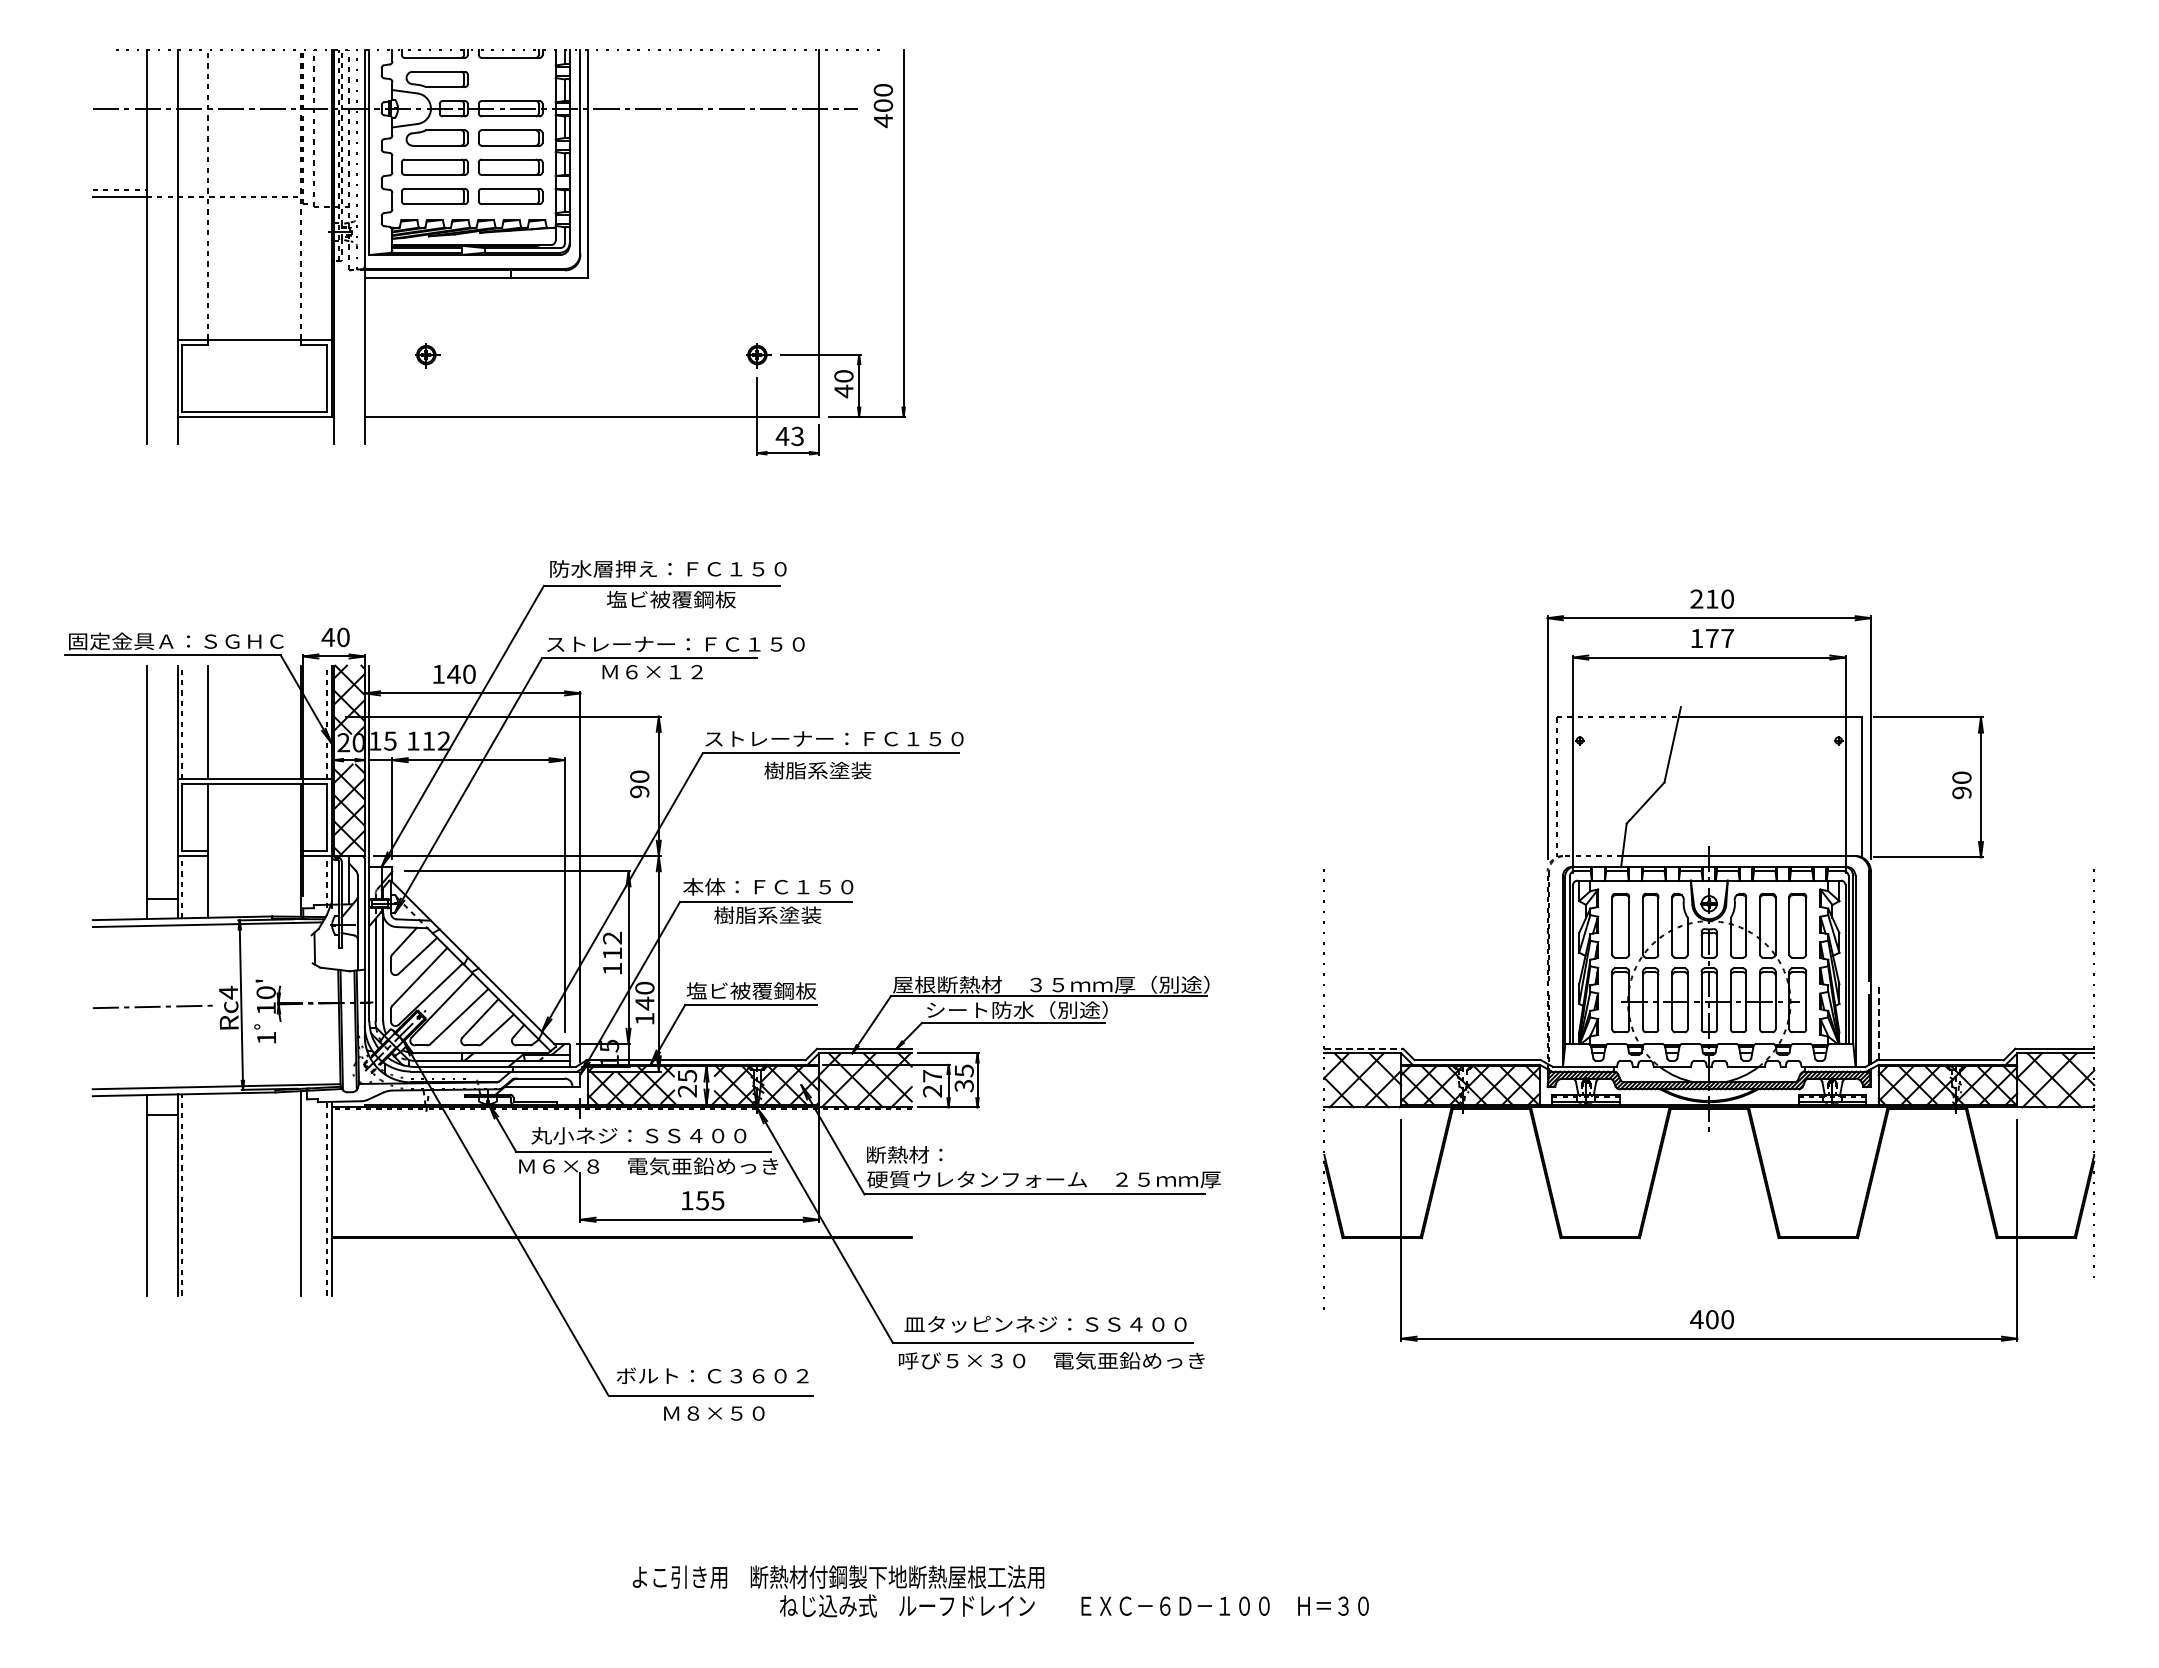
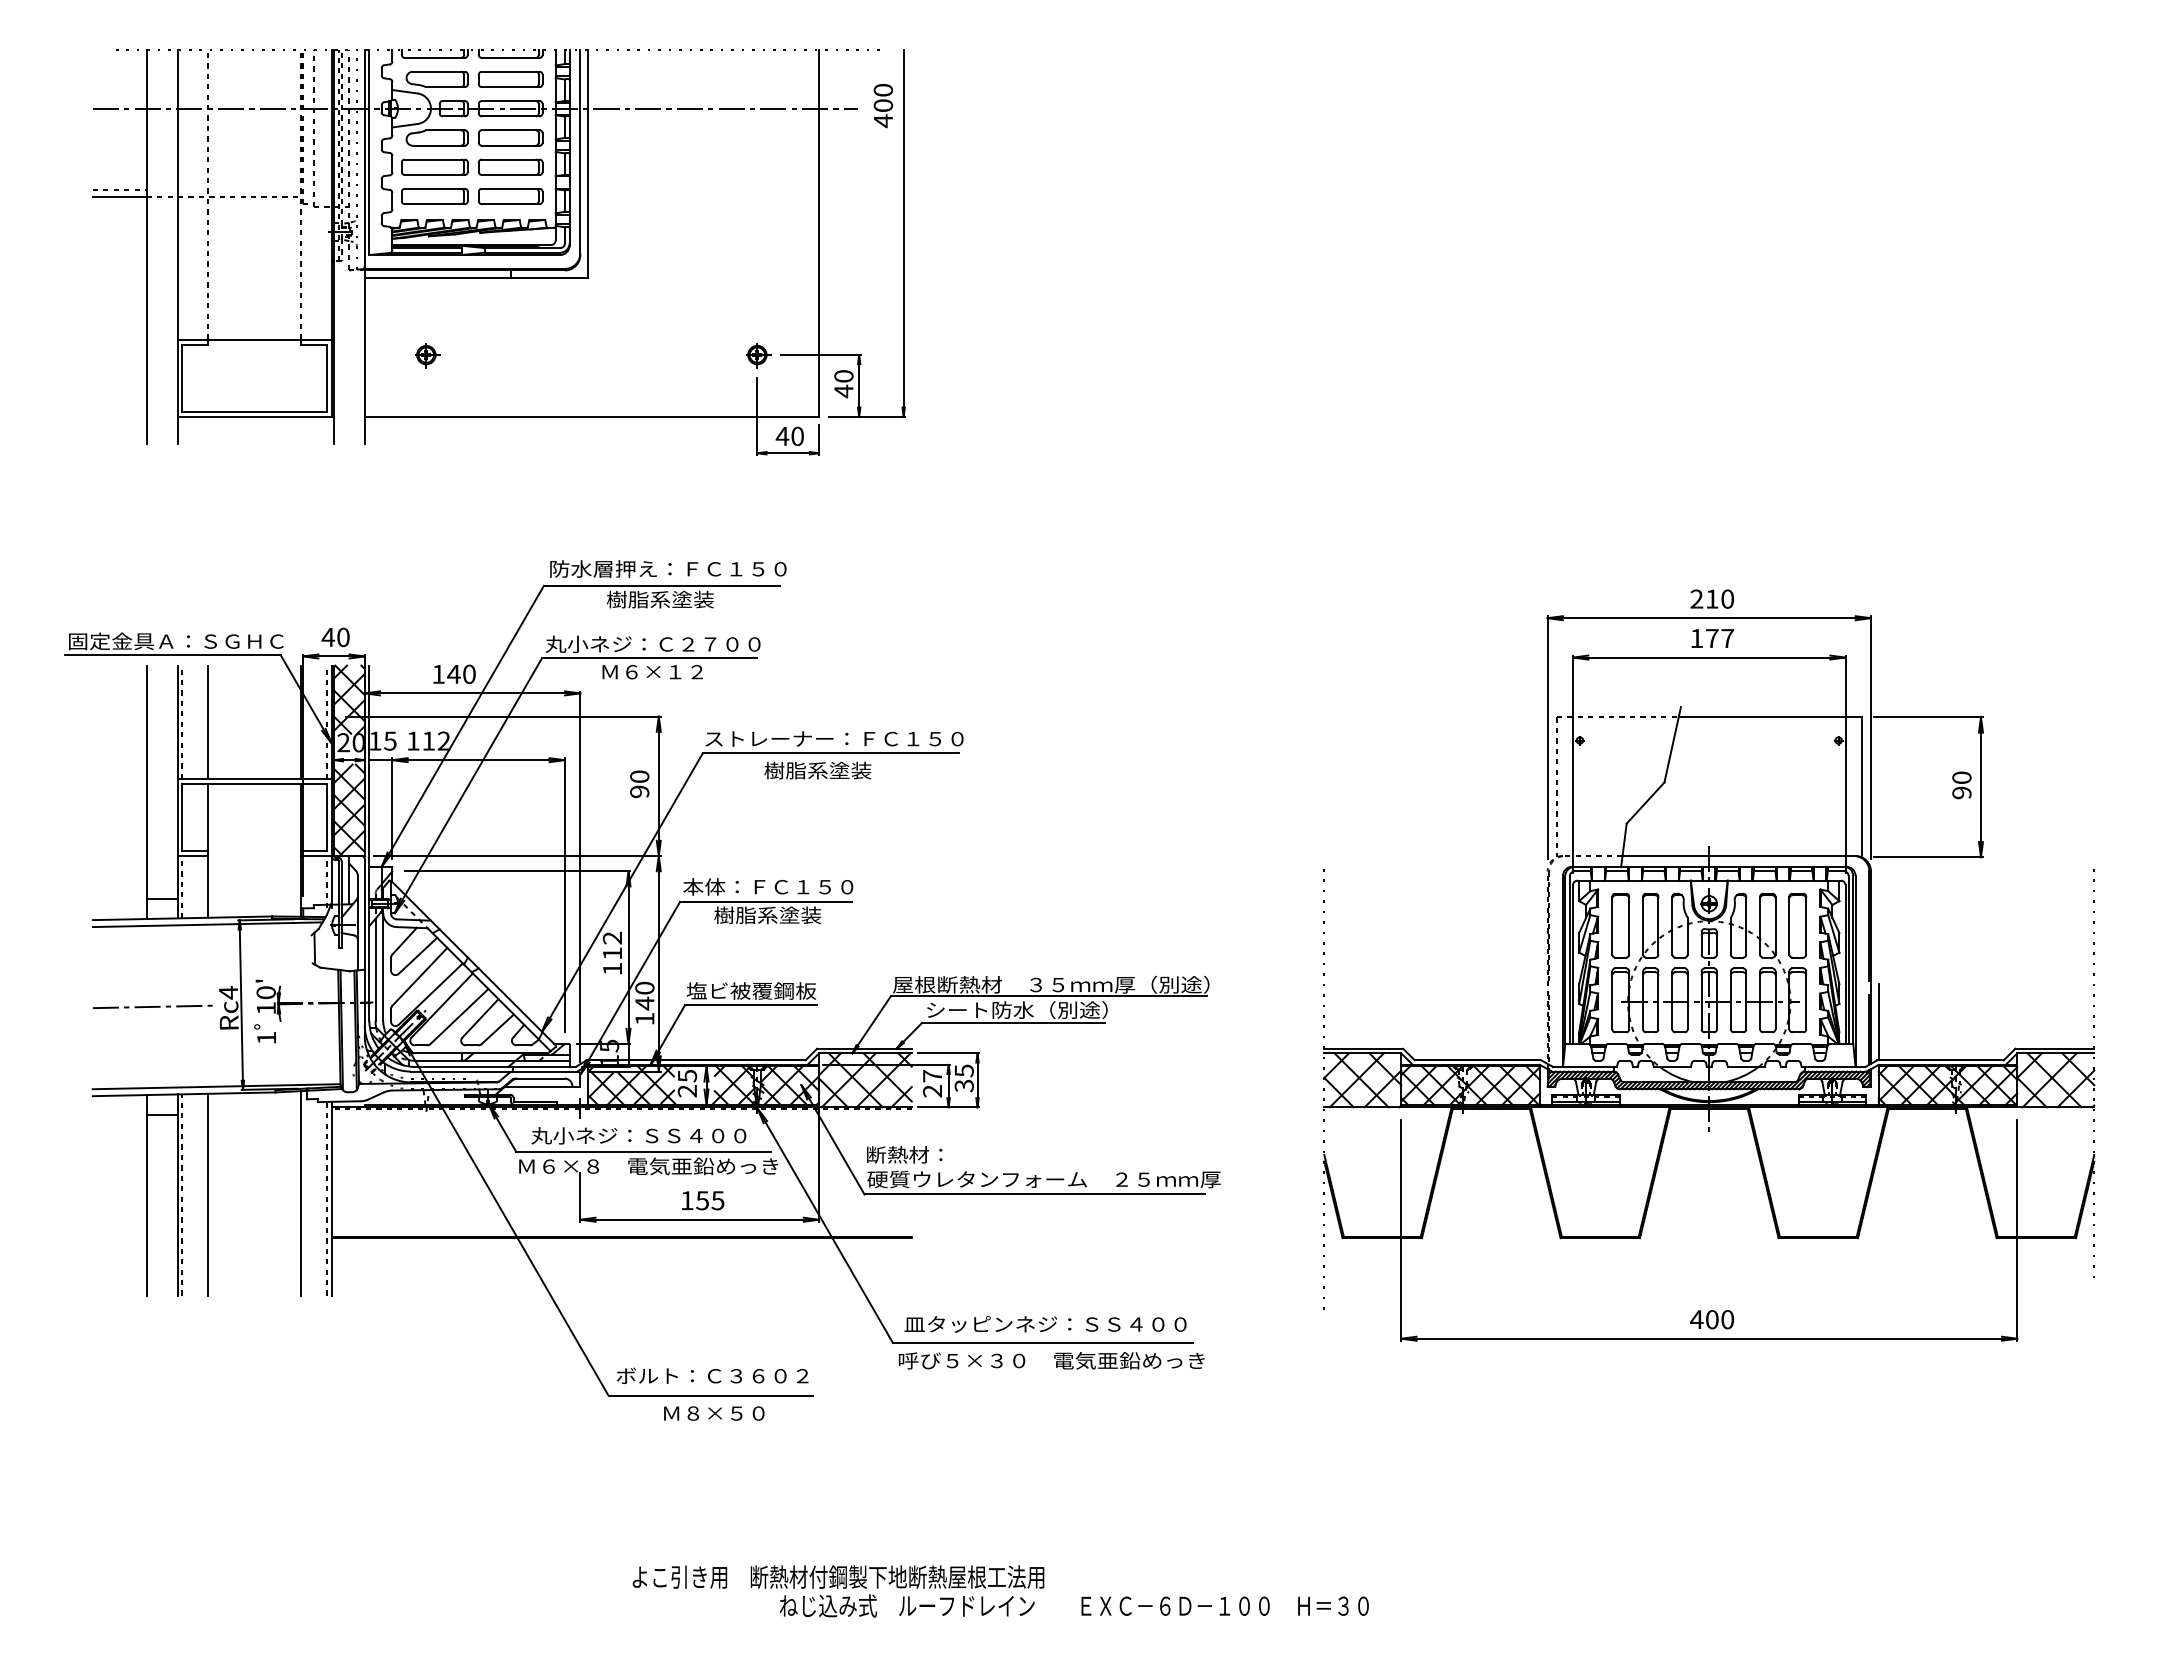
part at (510, 79): none -> present
text at (797, 436): 43 -> 40
text at (671, 599): 塩ビ被覆鋼板 -> 樹脂系塗装
text at (674, 644): ストレーナー：ＦＣ１５０ -> 丸小ネジ：Ｃ２７００
line at (1878, 1022): dashed -> solid
line at (1364, 1048): dashed -> solid
line at (208, 1194): none -> present
